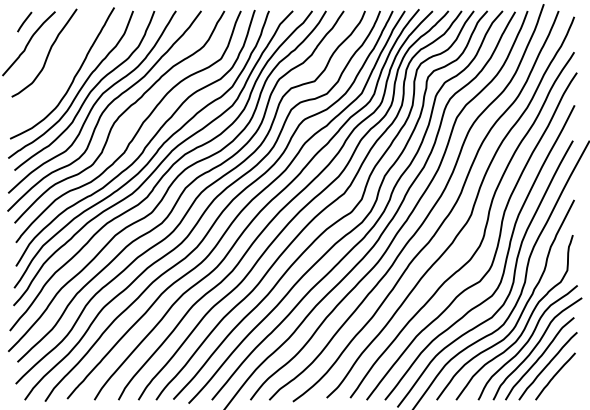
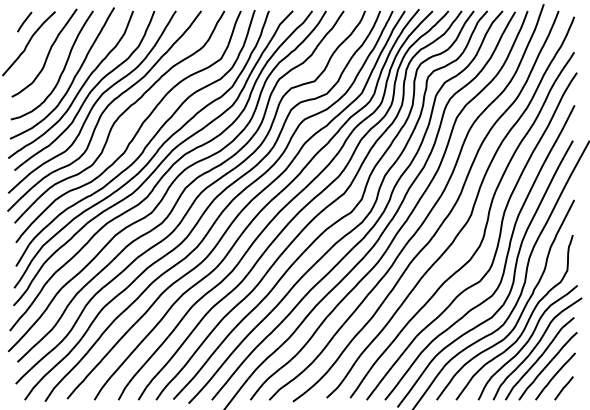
curve at (61, 71): none -> present
line at (563, 388): none -> present
